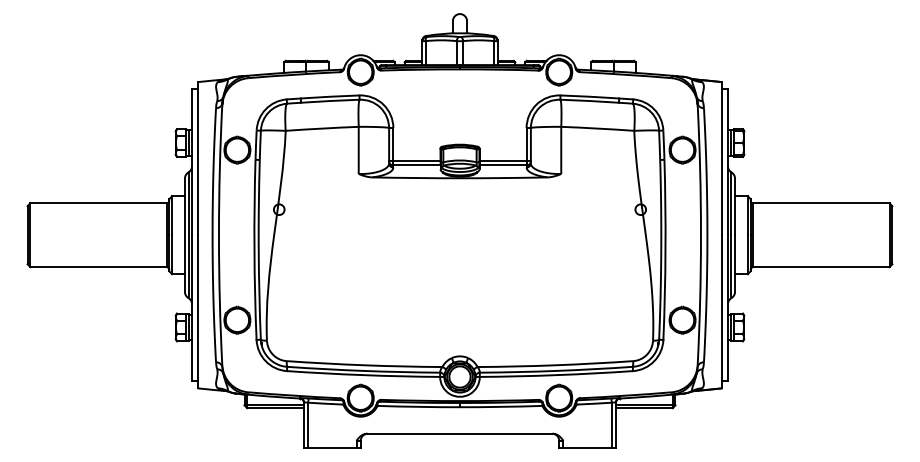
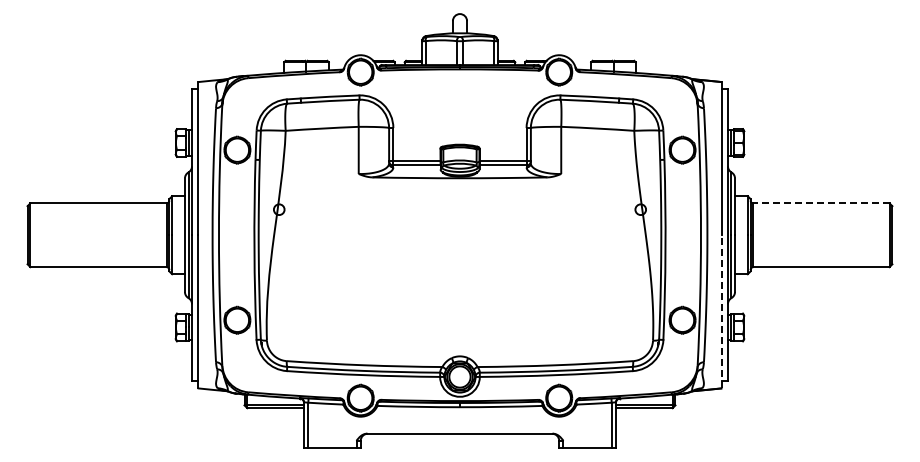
line at (821, 203): solid -> dashed
line at (722, 311): solid -> dashed
